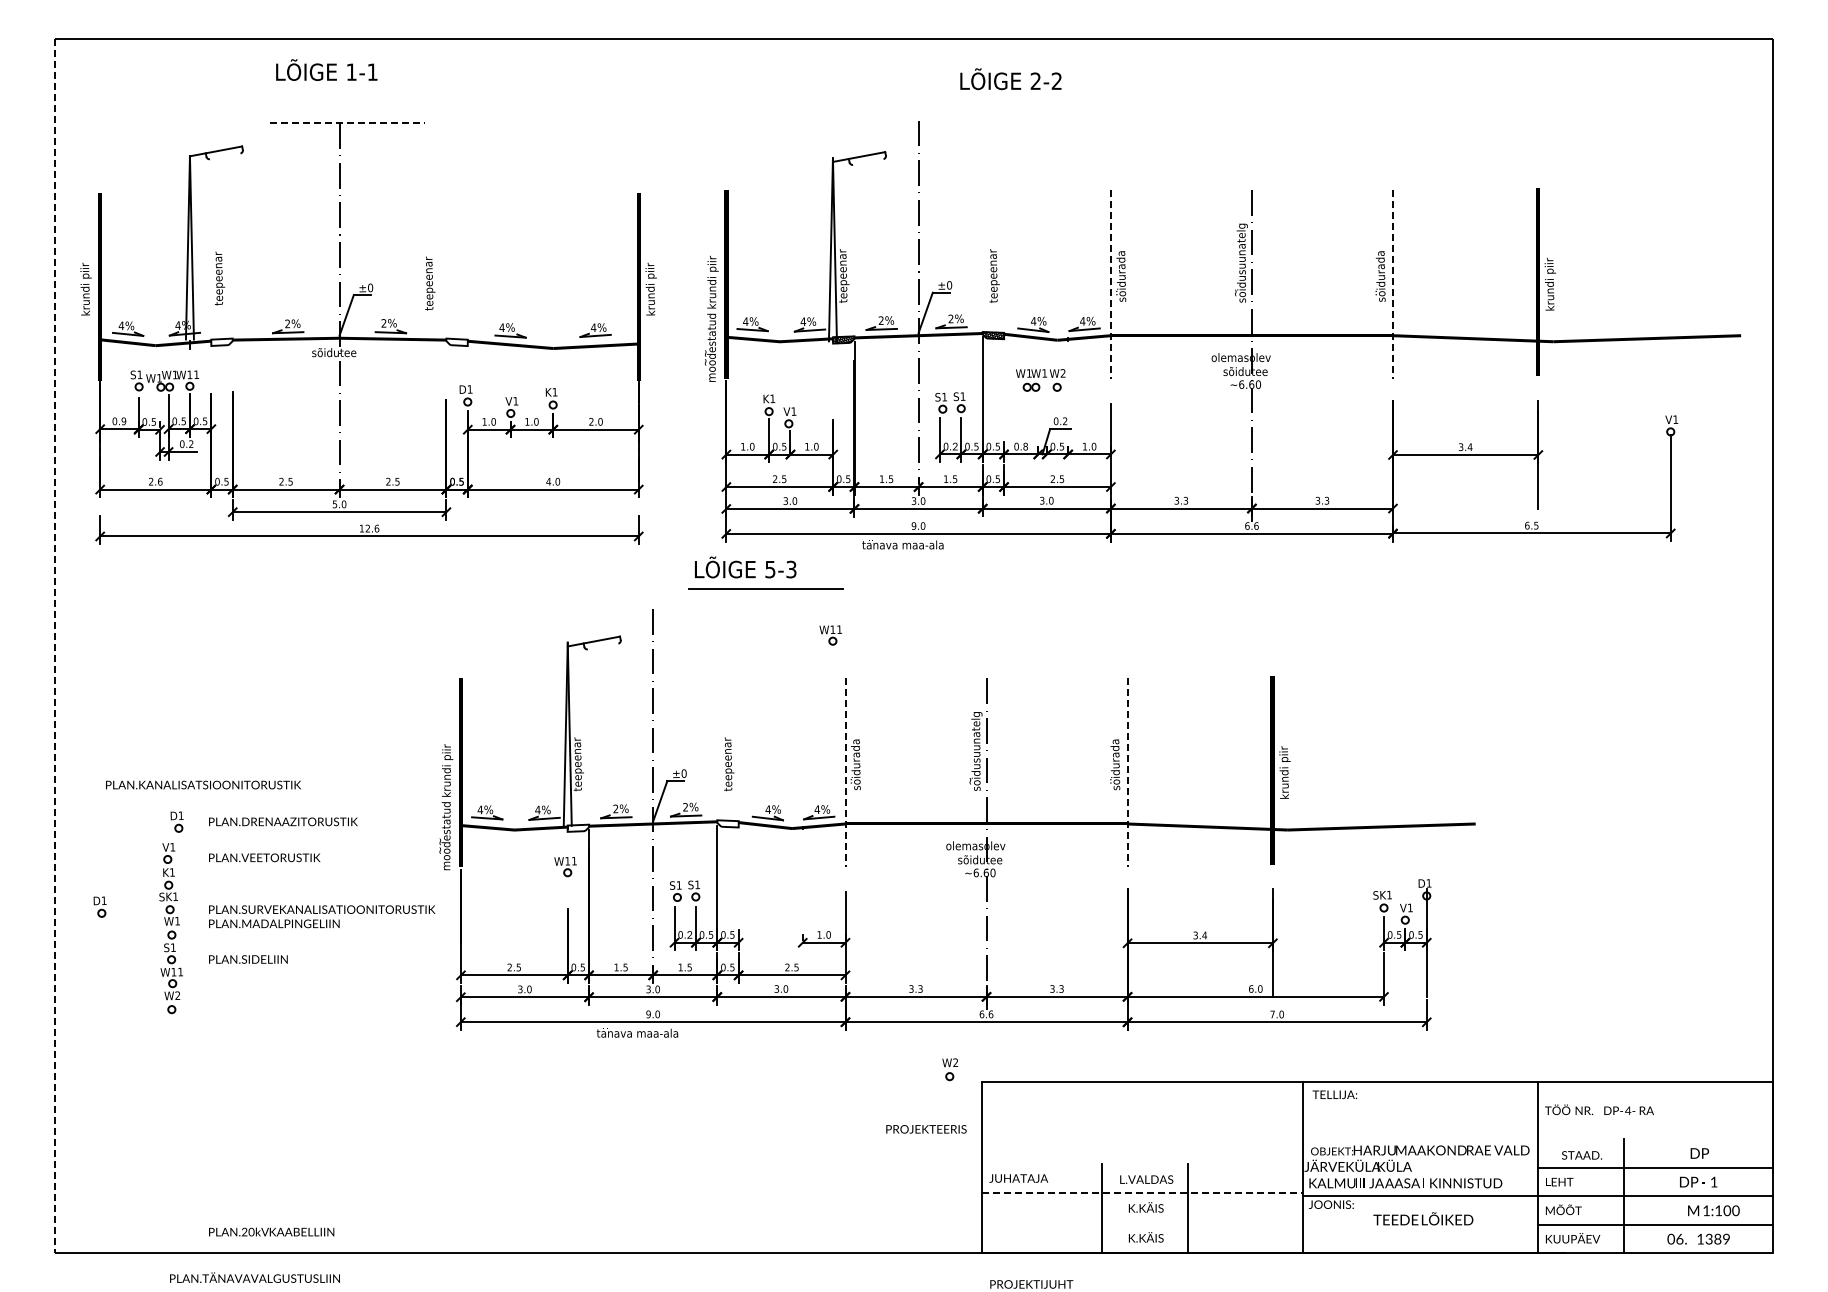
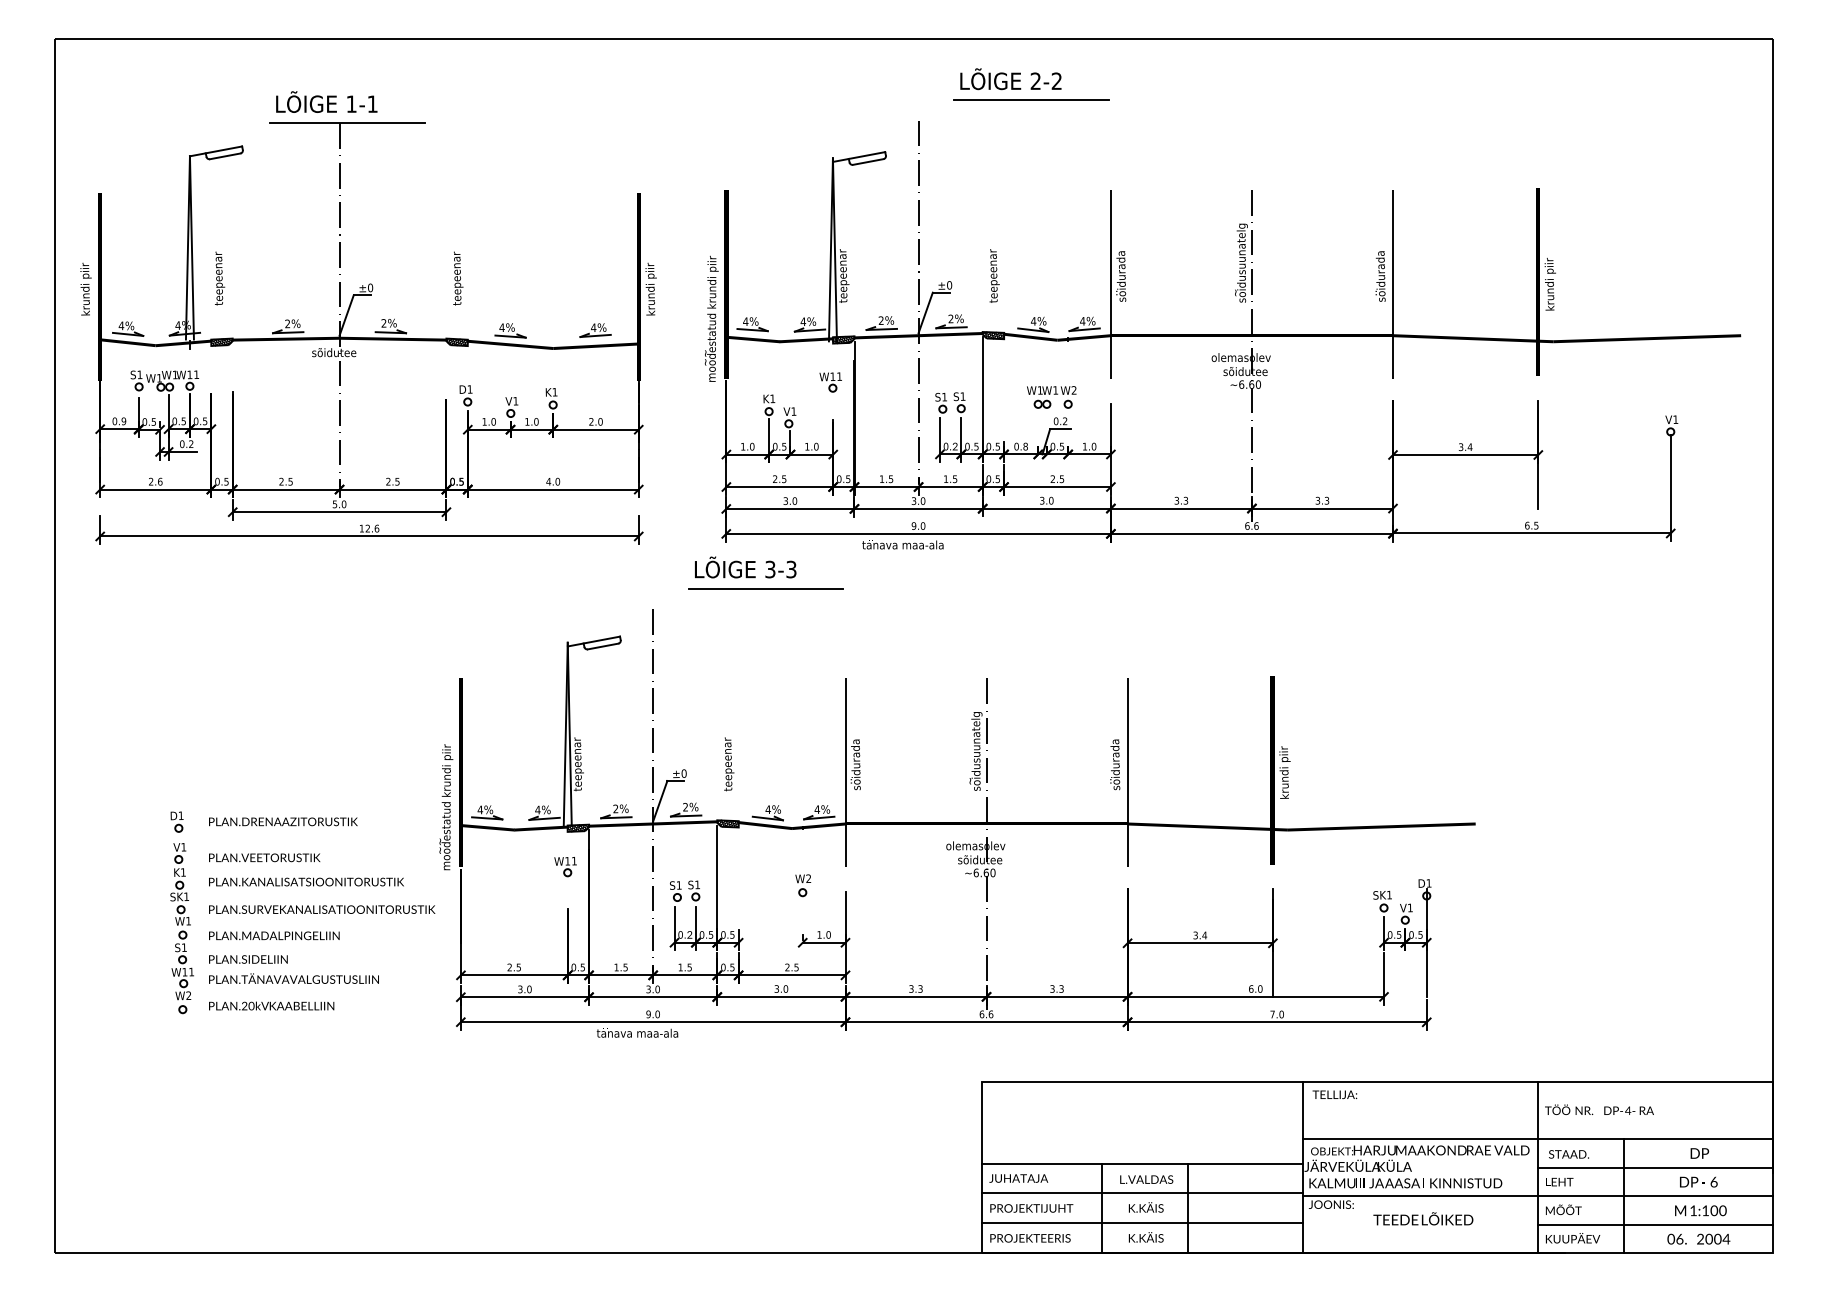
text at (326, 69) position: (326, 69) -> (326, 101)
line at (1031, 100): none -> present
line at (347, 123): dashed -> solid
line at (225, 156): none -> present
line at (868, 161): none -> present
text at (430, 283) position: (430, 283) -> (458, 278)
line at (1110, 284): dashed -> solid
line at (1393, 284): dashed -> solid
hatch at (221, 341): none -> present
hatch at (456, 342): none -> present
part at (1040, 380) position: (1040, 380) -> (1051, 397)
text at (770, 568): 5-3 -> 3-3
part at (830, 635) position: (830, 635) -> (830, 382)
line at (54, 646): dashed -> solid
line at (602, 646): none -> present
line at (845, 773): dashed -> solid
line at (1127, 773): dashed -> solid
text at (203, 784) position: (203, 784) -> (306, 881)
hatch at (727, 823): none -> present
hatch at (577, 827): none -> present
part at (99, 906): present -> none
text at (274, 923) position: (274, 923) -> (274, 935)
part at (170, 928) position: (170, 928) -> (181, 928)
part at (950, 1069) position: (950, 1069) -> (803, 885)
text at (926, 1129) position: (926, 1129) -> (1030, 1238)
line at (1538, 1139): none -> present
text at (1581, 1155) position: (1581, 1155) -> (1568, 1154)
line at (1142, 1163): none -> present
text at (1713, 1181): 1 -> 6
line at (1143, 1193): dashed -> solid
text at (1713, 1210) position: (1713, 1210) -> (1700, 1210)
line at (1142, 1223): none -> present
text at (271, 1231) position: (271, 1231) -> (271, 1005)
text at (1713, 1238): 1389 -> 2004
text at (254, 1277) position: (254, 1277) -> (293, 978)
text at (1031, 1284) position: (1031, 1284) -> (1031, 1208)
